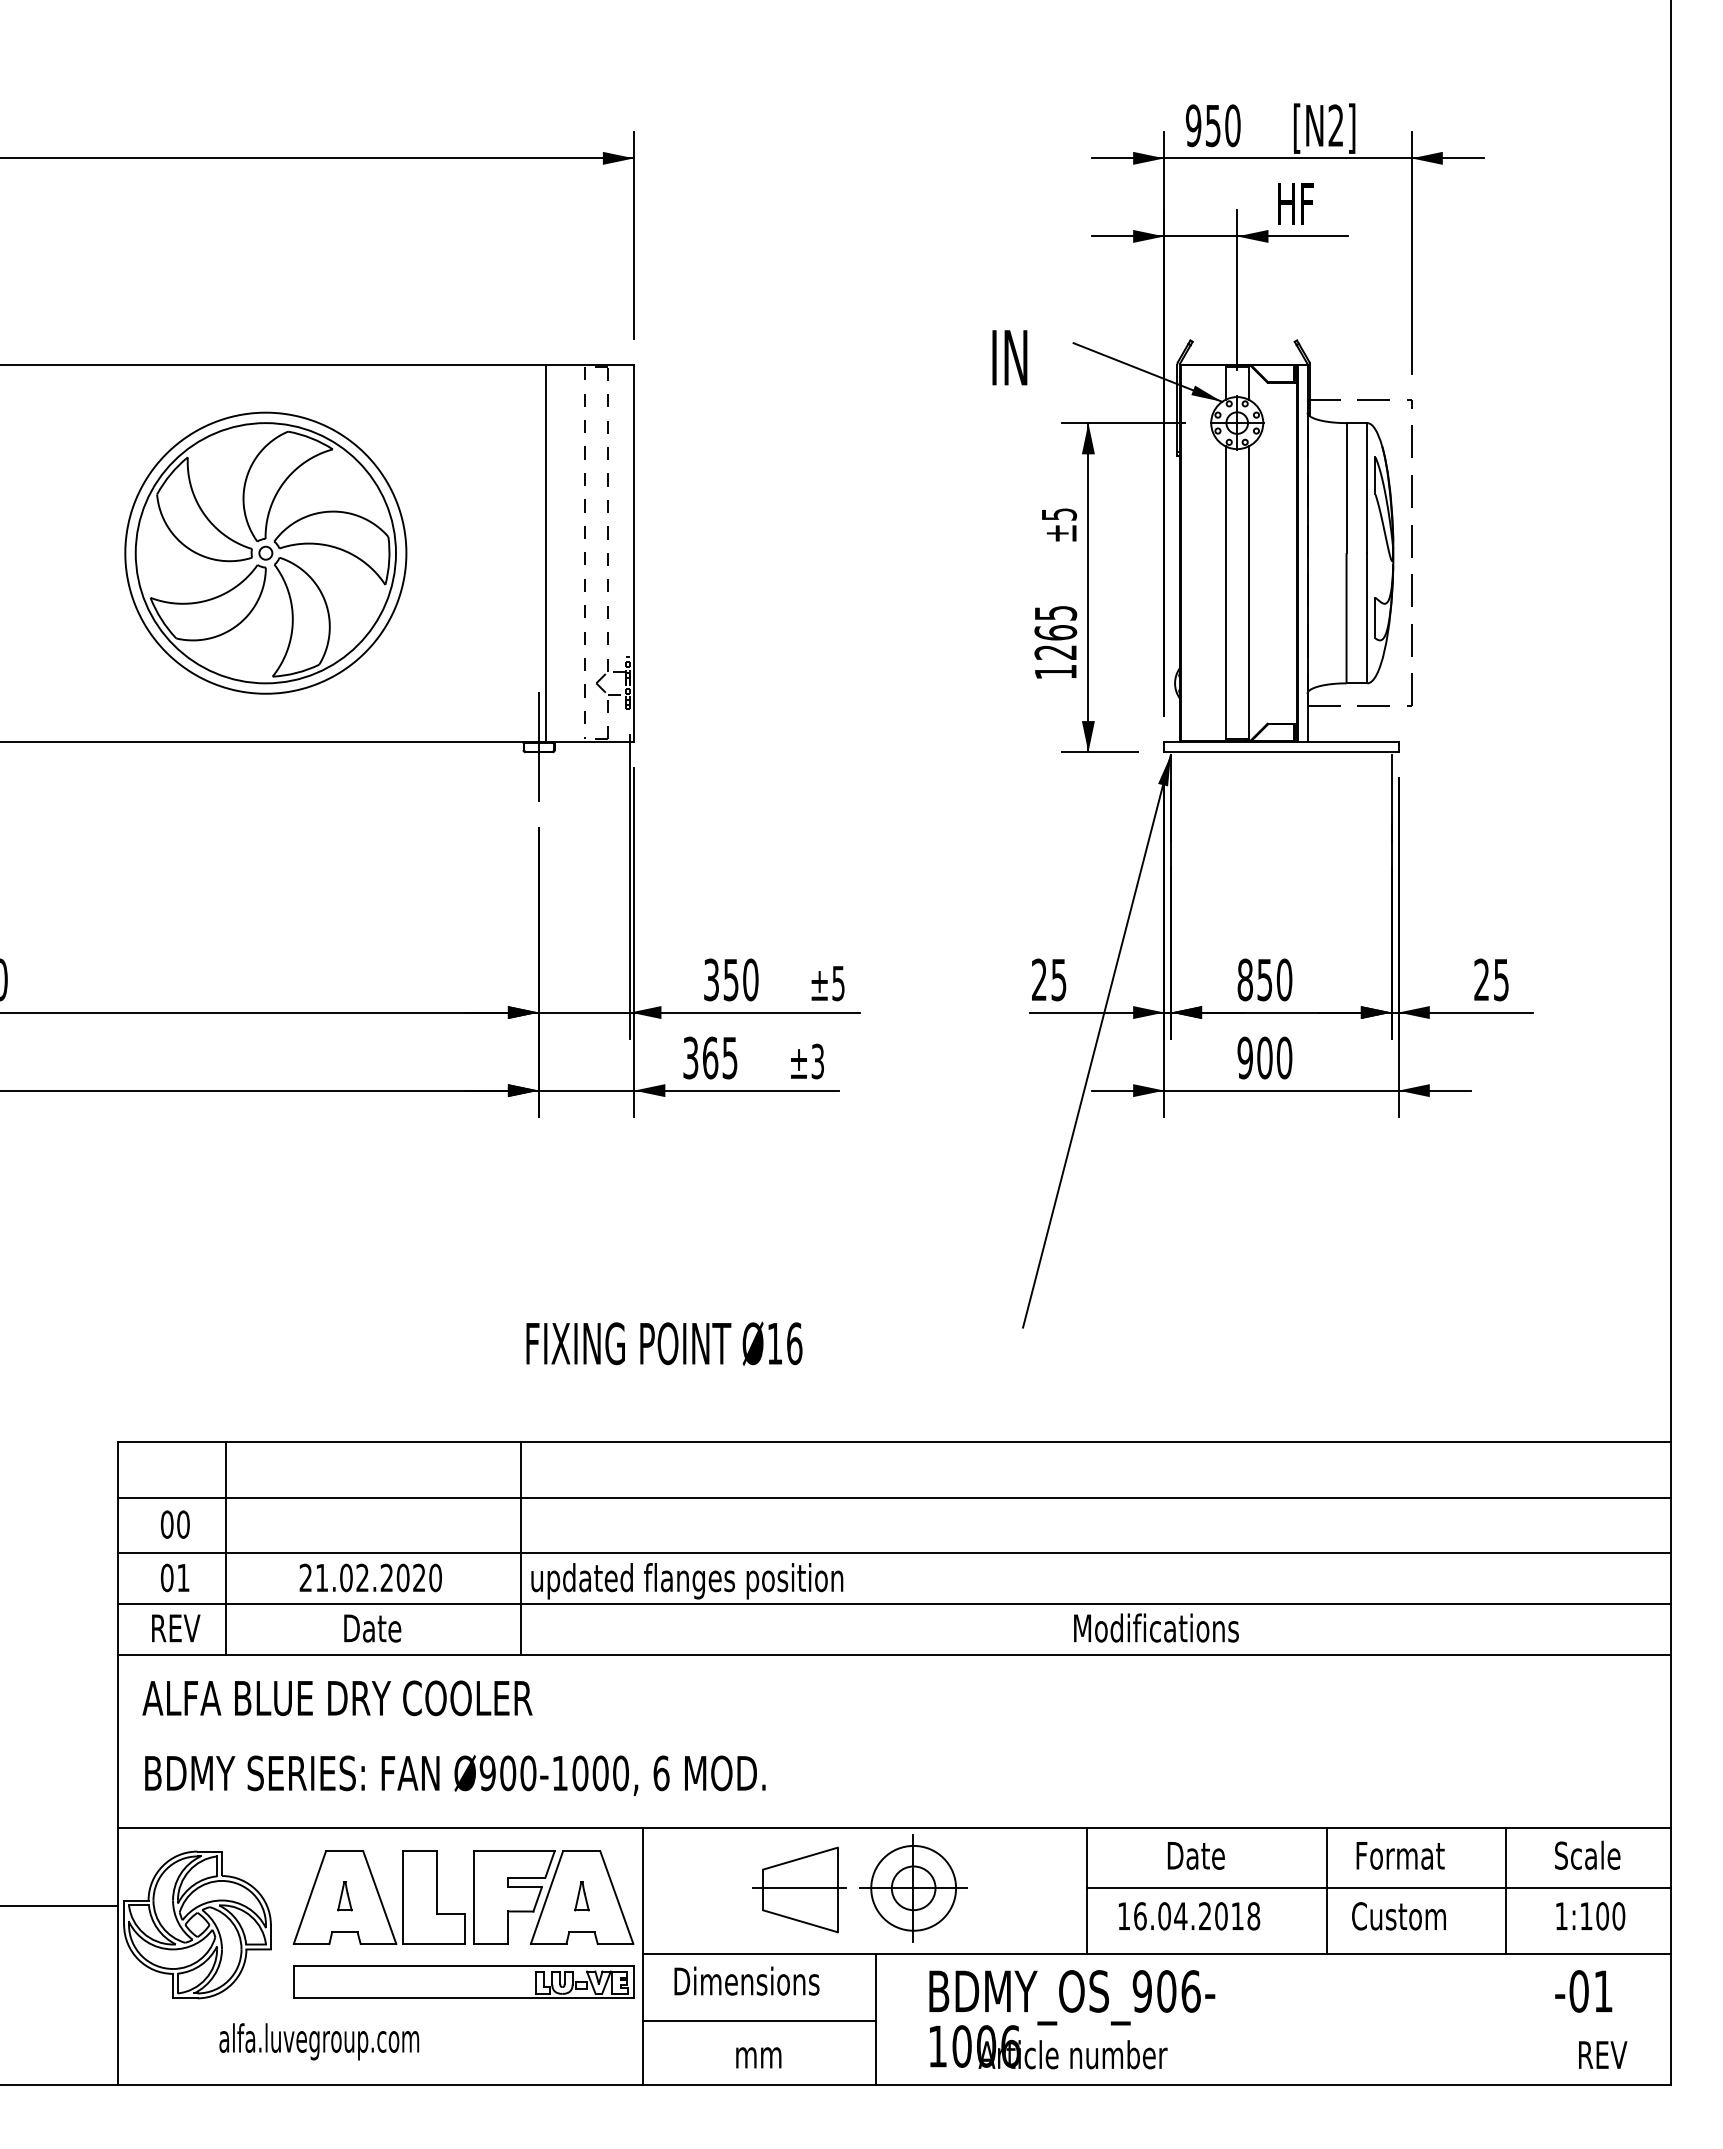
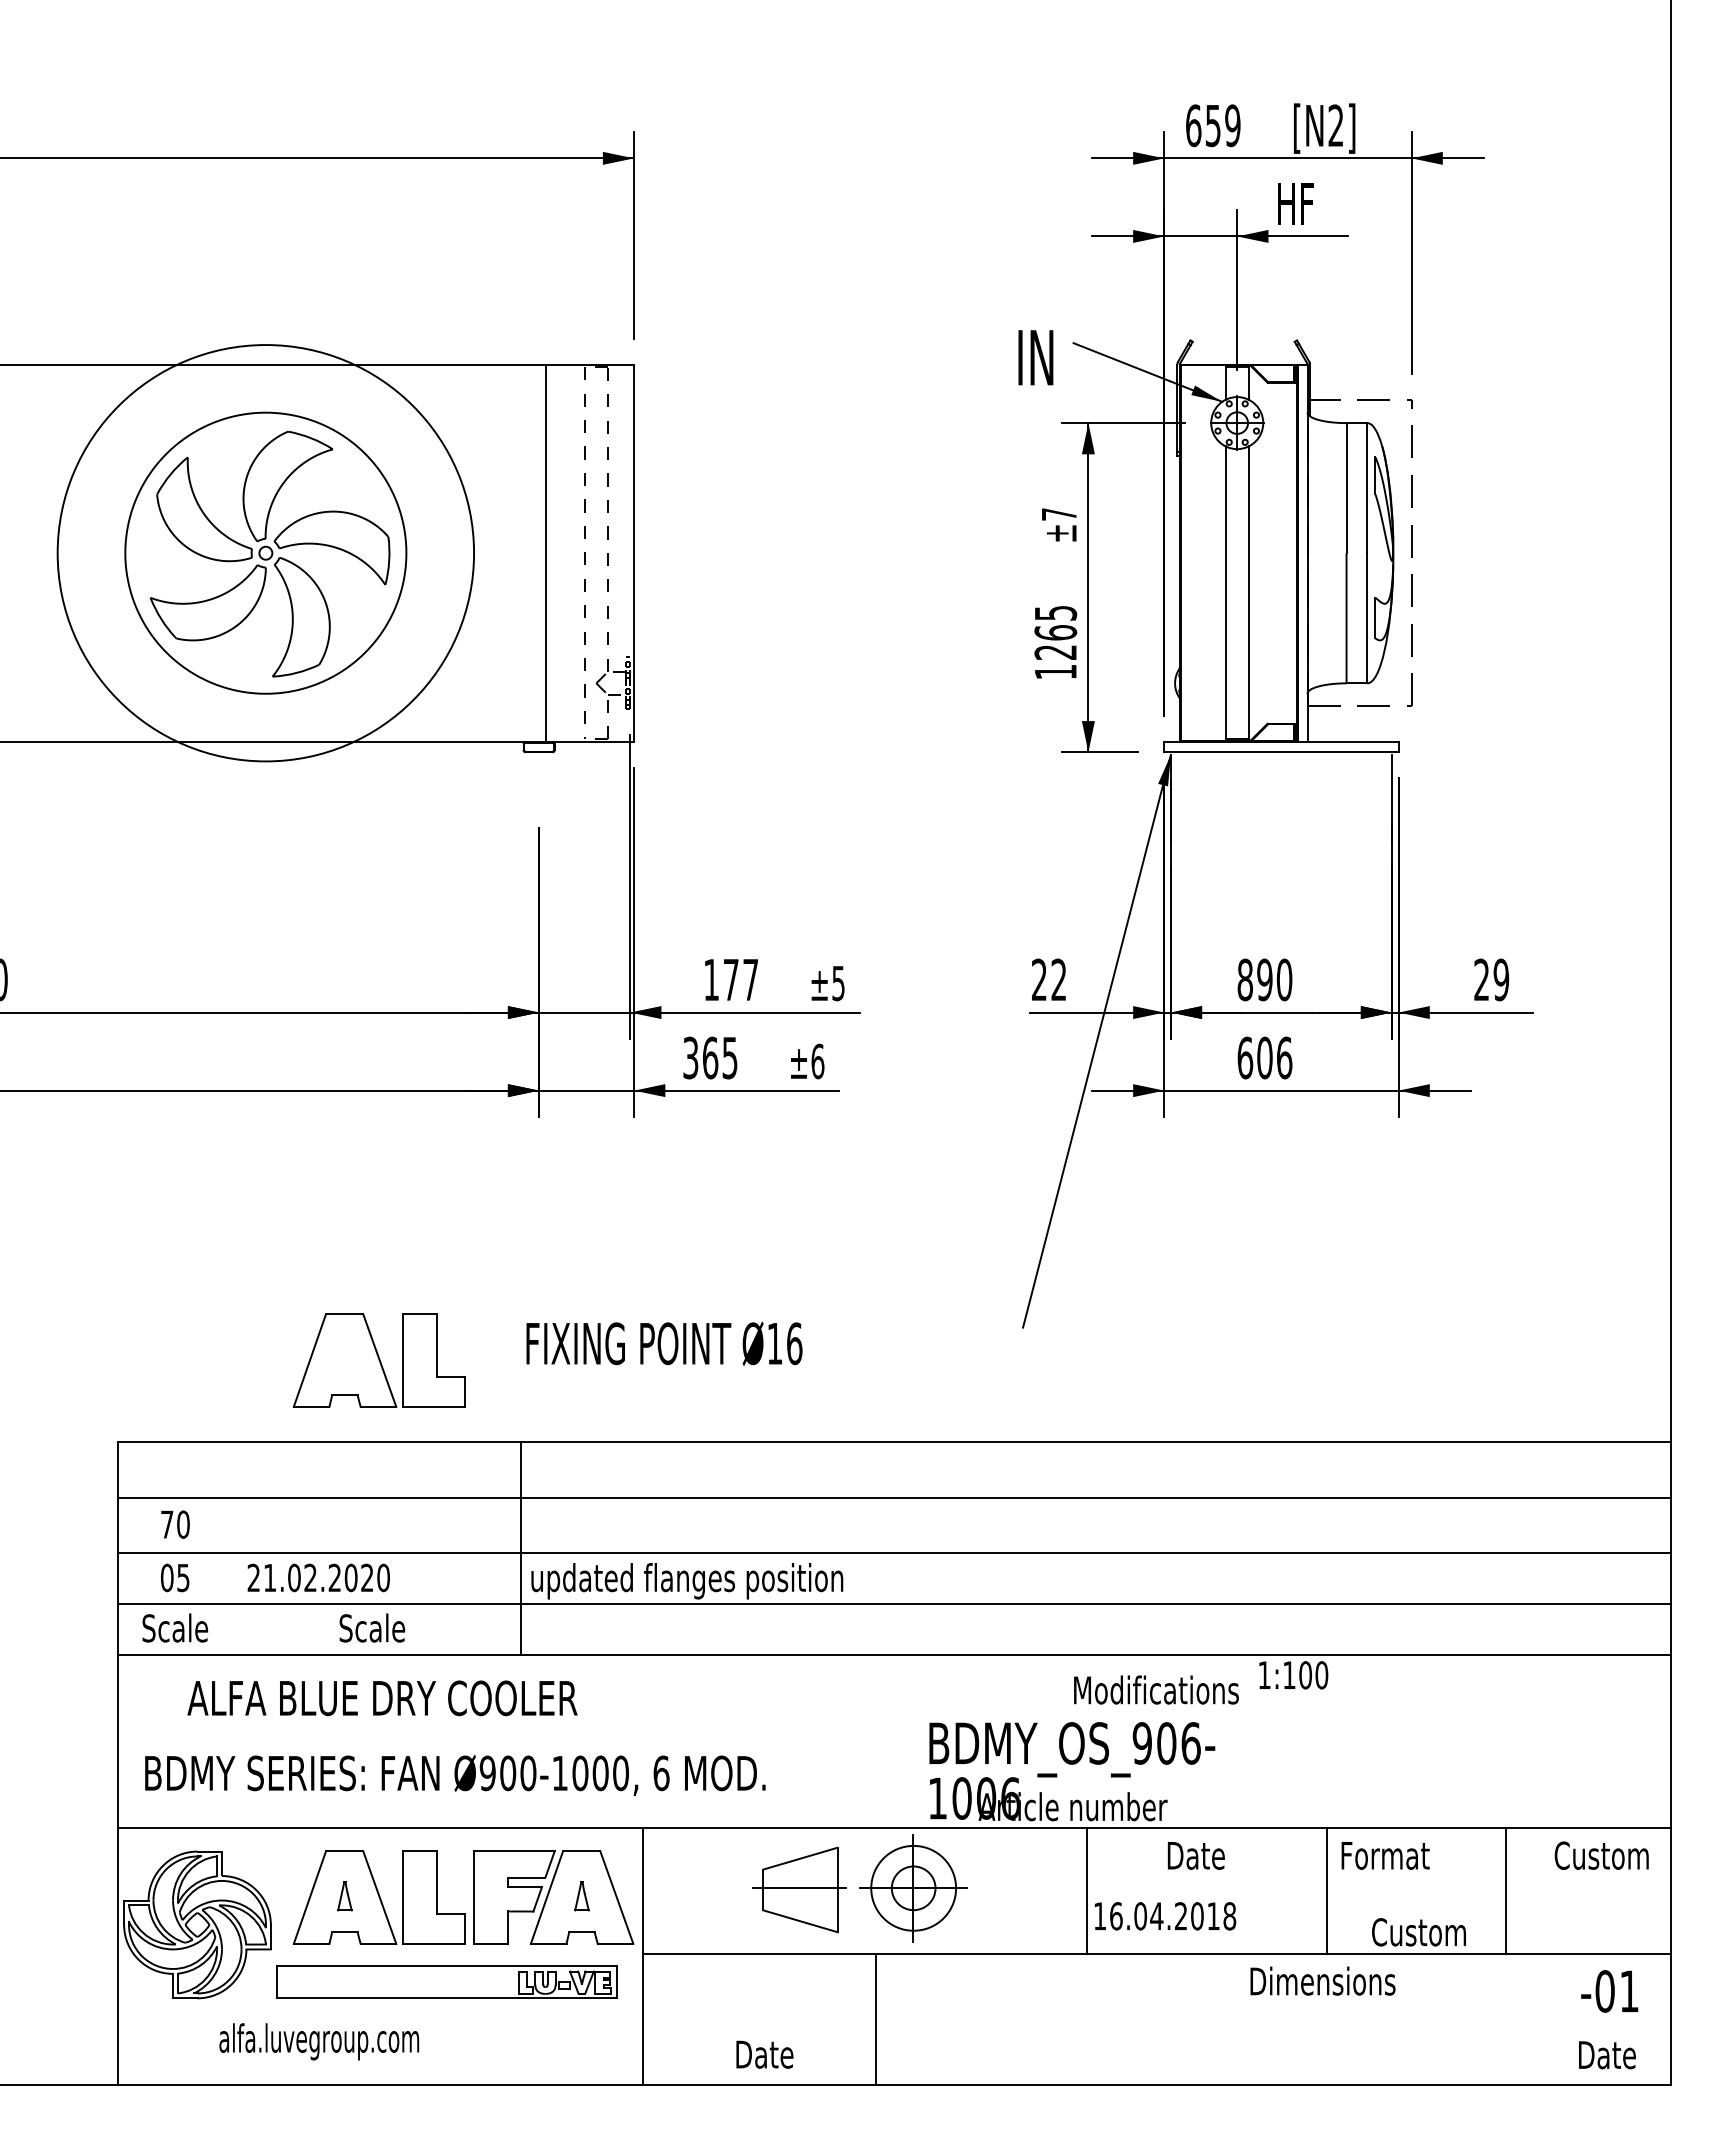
text at (1212, 125): 950 -> 659
text at (1009, 357) position: (1009, 357) -> (1035, 357)
text at (1059, 514): ±5 -> ±7
circle at (265, 553) diameter: 260 px -> 416 px
line at (539, 746): present -> none
text at (731, 979): 350 -> 177
text at (1058, 979): 25 -> 22
text at (1264, 979): 850 -> 890
text at (1501, 979): 25 -> 29
text at (1264, 1057): 900 -> 606
text at (817, 1061): ±3 -> ±6
part at (378, 1360): none -> present
text at (166, 1524): 00 -> 70
line at (226, 1548): present -> none
text at (370, 1577) position: (370, 1577) -> (318, 1577)
text at (183, 1578): 01 -> 05
text at (175, 1627): REV -> Scale
text at (372, 1627): Date -> Scale
text at (1156, 1627) position: (1156, 1627) -> (1156, 1689)
text at (337, 1698) position: (337, 1698) -> (382, 1698)
text at (1601, 1854): Scale -> Custom
text at (1400, 1855) position: (1400, 1855) -> (1385, 1855)
line at (1378, 1888): present -> none
line at (59, 1905): present -> none
text at (1189, 1916) position: (1189, 1916) -> (1165, 1916)
text at (1398, 1916) position: (1398, 1916) -> (1418, 1932)
text at (1590, 1916) position: (1590, 1916) -> (1293, 1675)
text at (746, 1980) position: (746, 1980) -> (1322, 1980)
part at (463, 1981) position: (463, 1981) -> (446, 1981)
text at (1583, 1991) position: (1583, 1991) -> (1609, 1991)
text at (1072, 2019) position: (1072, 2019) -> (1072, 1771)
line at (758, 2020): present -> none
text at (764, 2054): mm -> Date
text at (1608, 2055): REV -> Date
